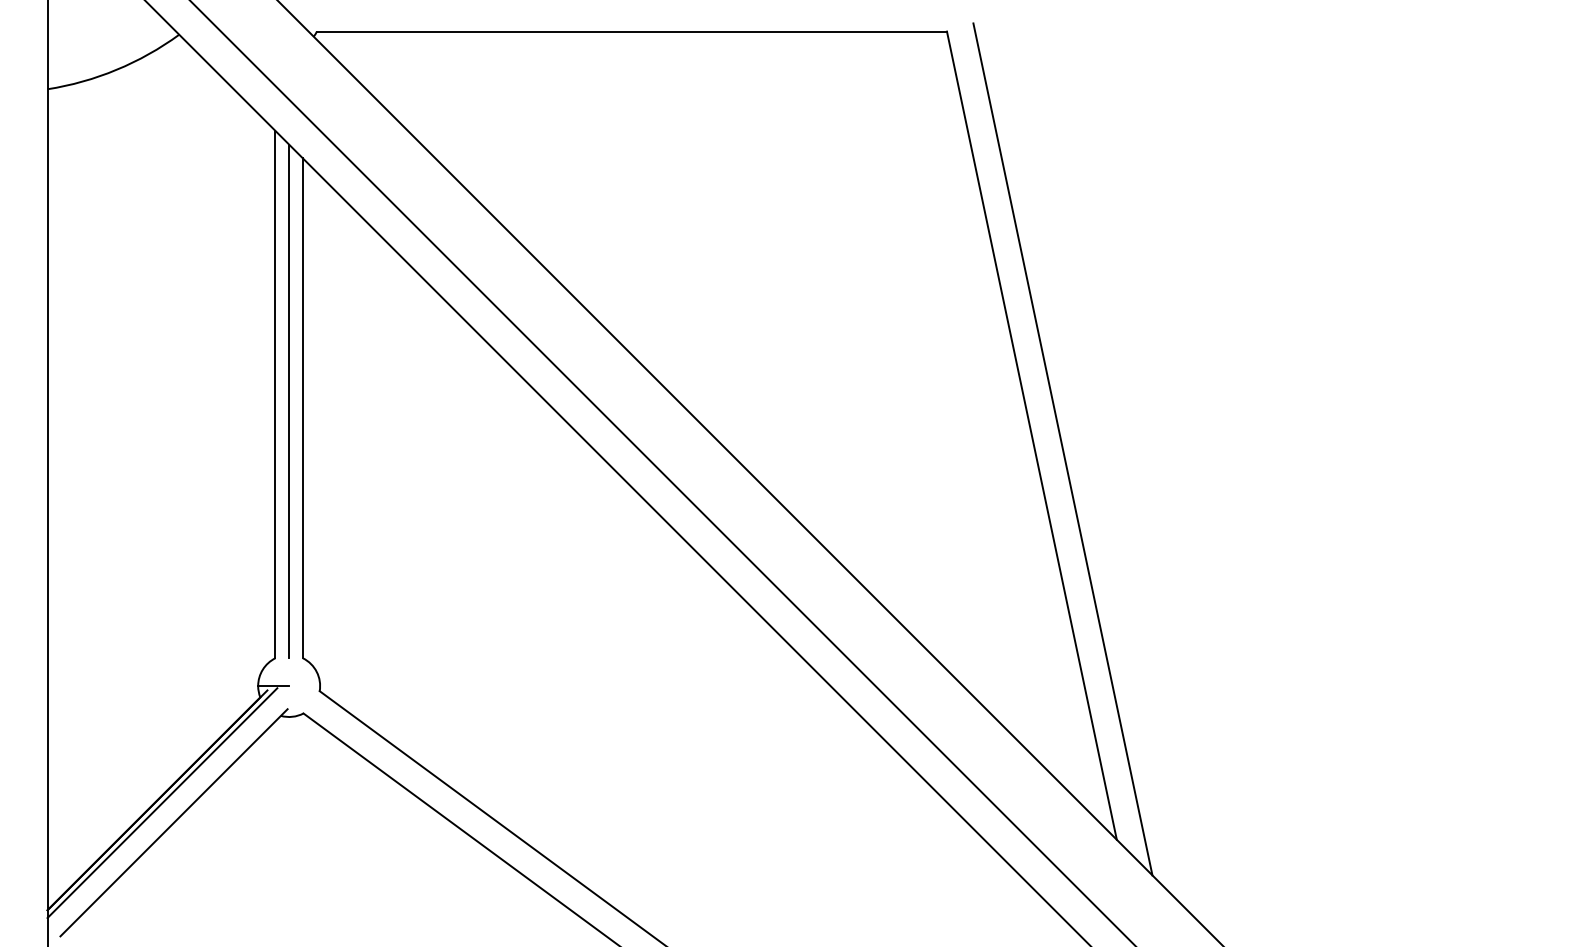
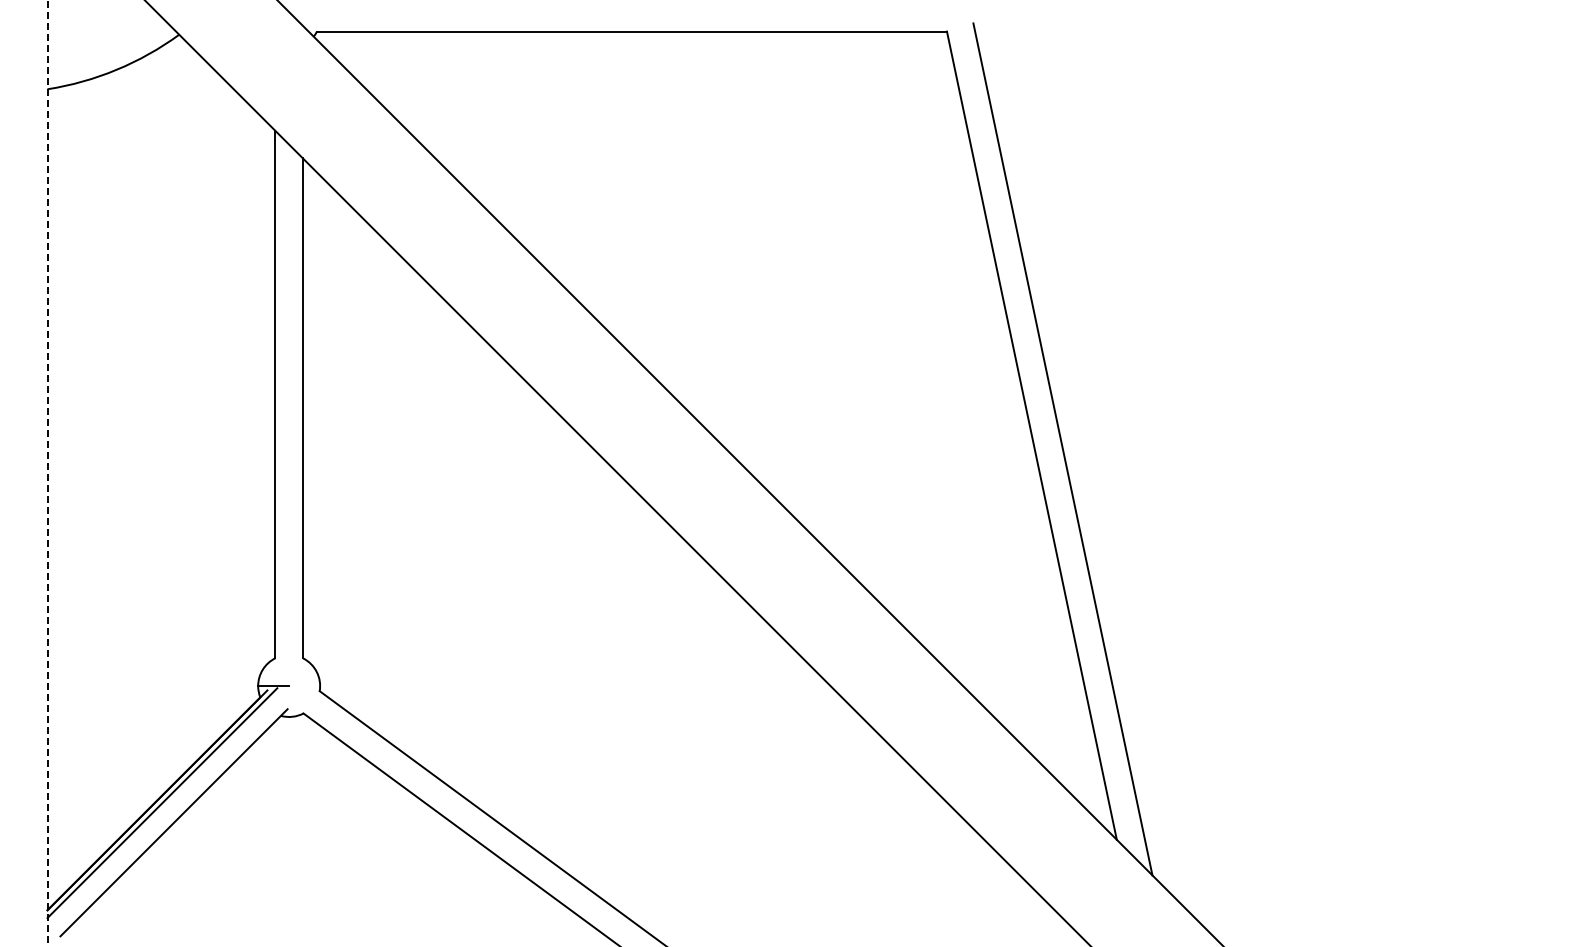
line at (289, 401): present -> none
line at (662, 472): present -> none
line at (47, 473): solid -> dashed
